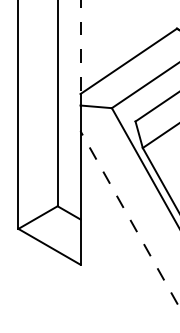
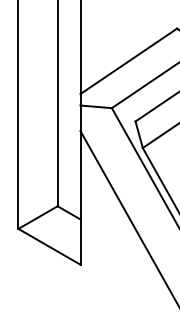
line at (80, 47): dashed -> solid
line at (129, 219): dashed -> solid
